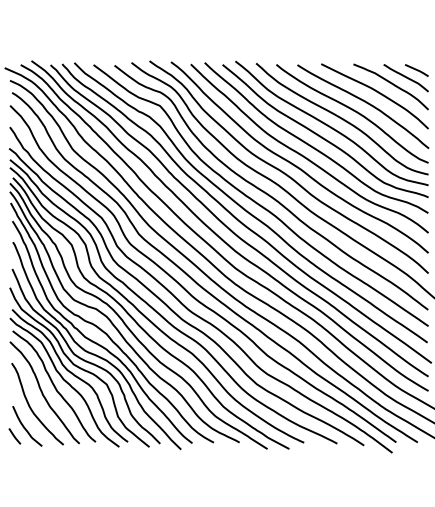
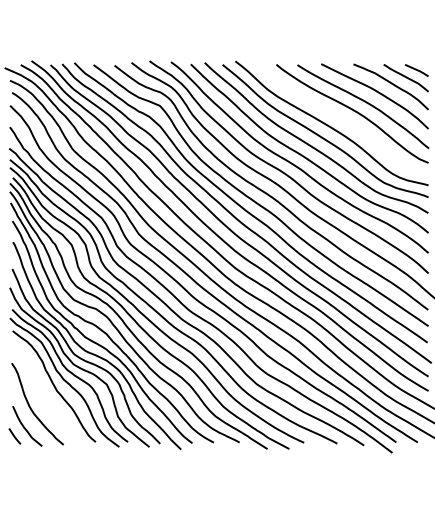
curve at (341, 119): present -> none
curve at (43, 393): present -> none
